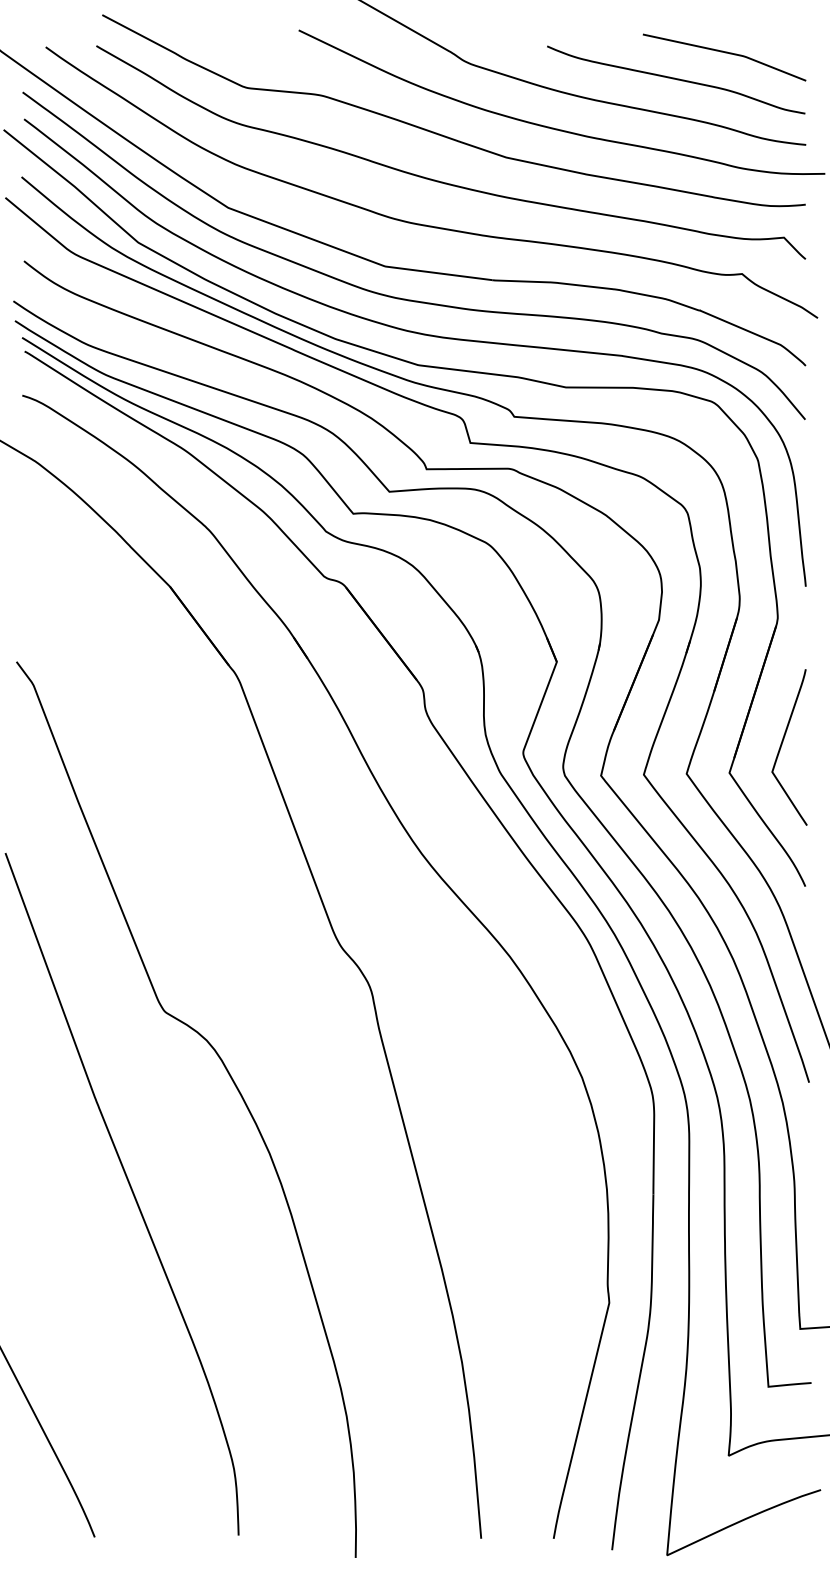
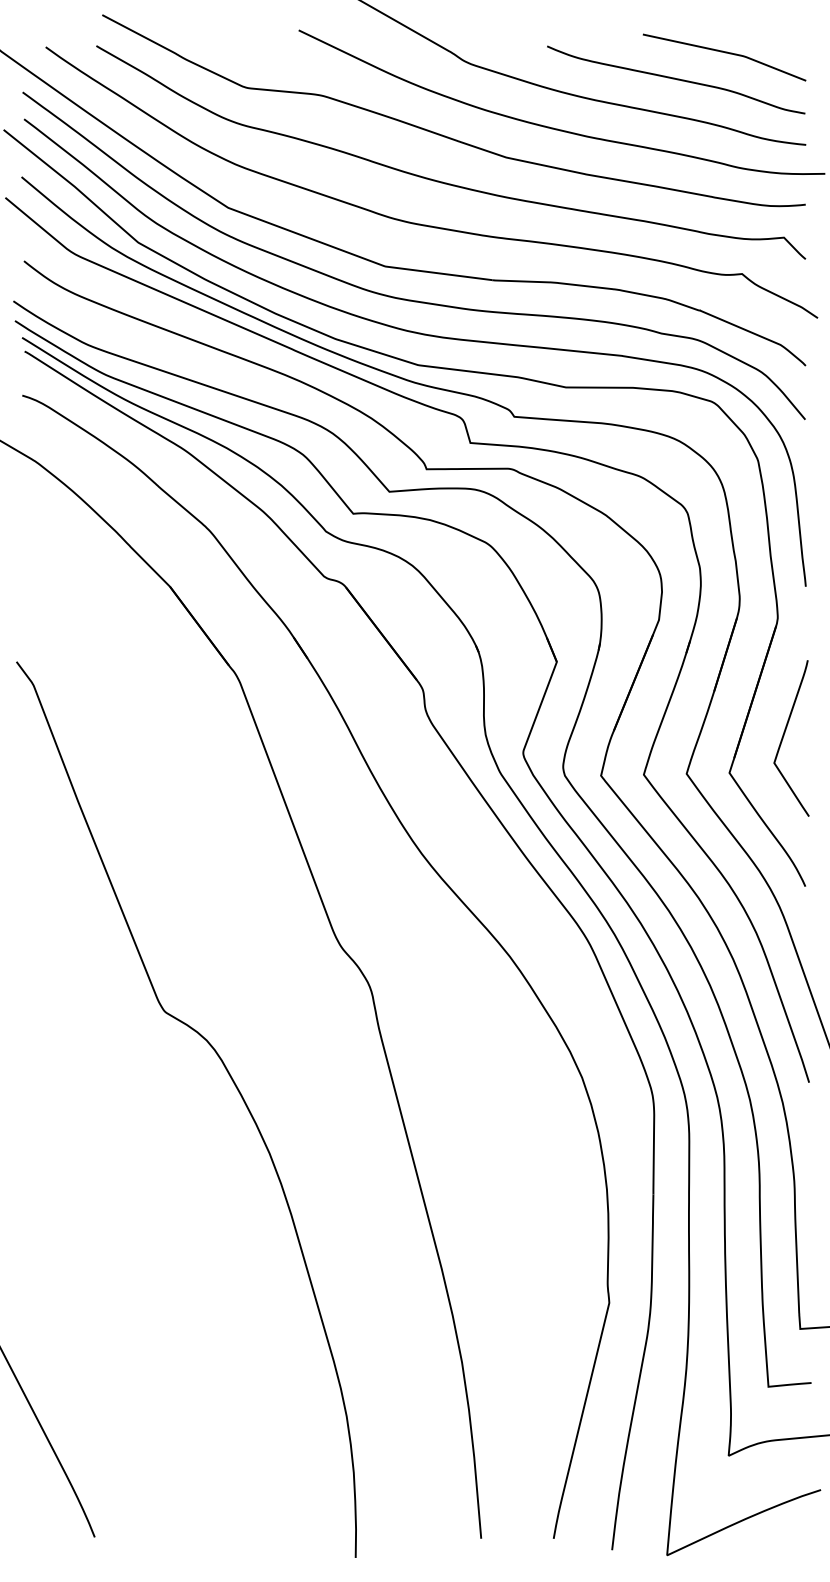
curve at (782, 745) position: (782, 745) -> (784, 736)
curve at (130, 1189): present -> none
